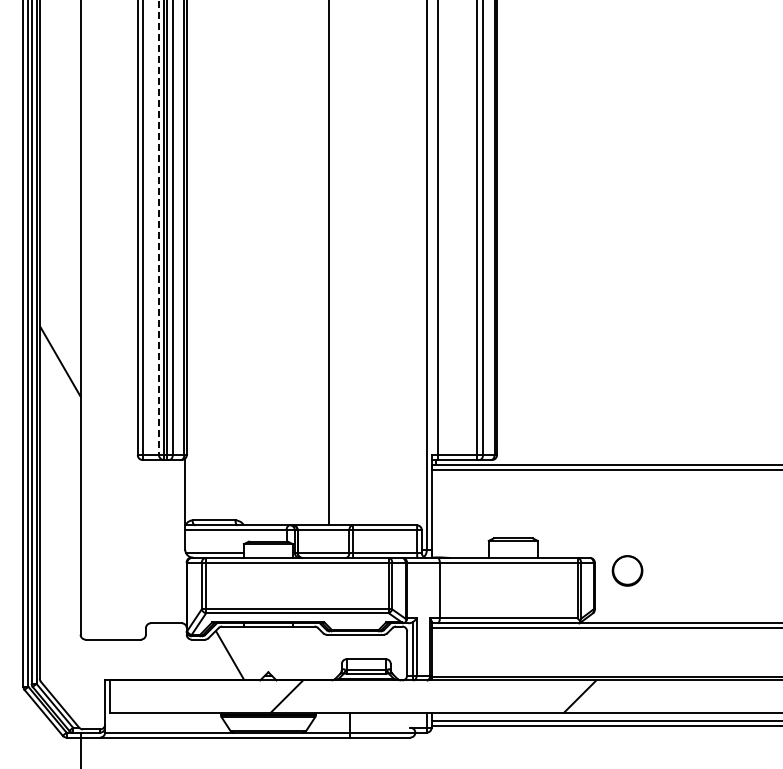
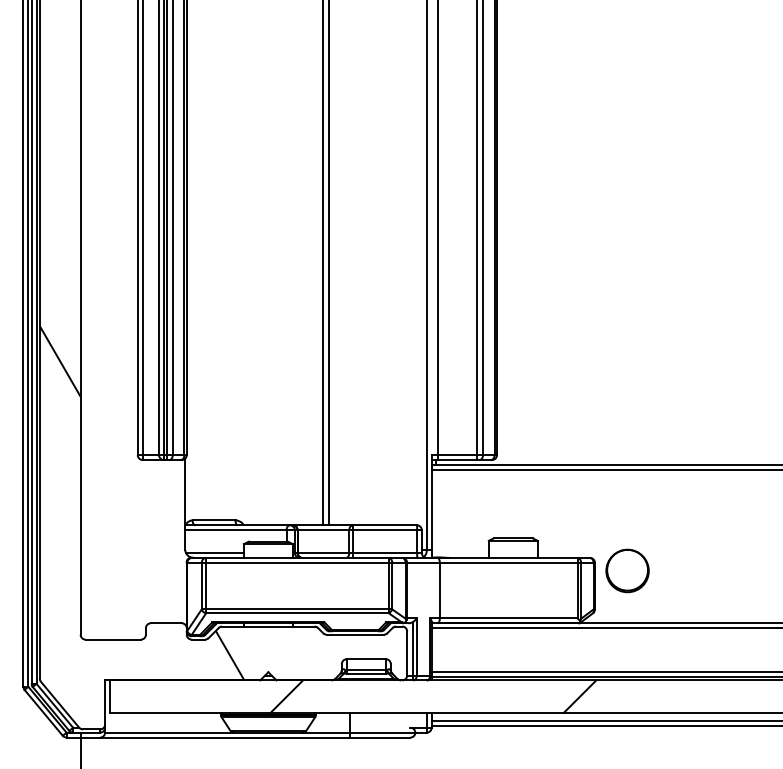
line at (159, 228): dashed -> solid
line at (322, 263): none -> present
part at (627, 570) size: 33x32 px -> 45x46 px
line at (605, 672): none -> present
